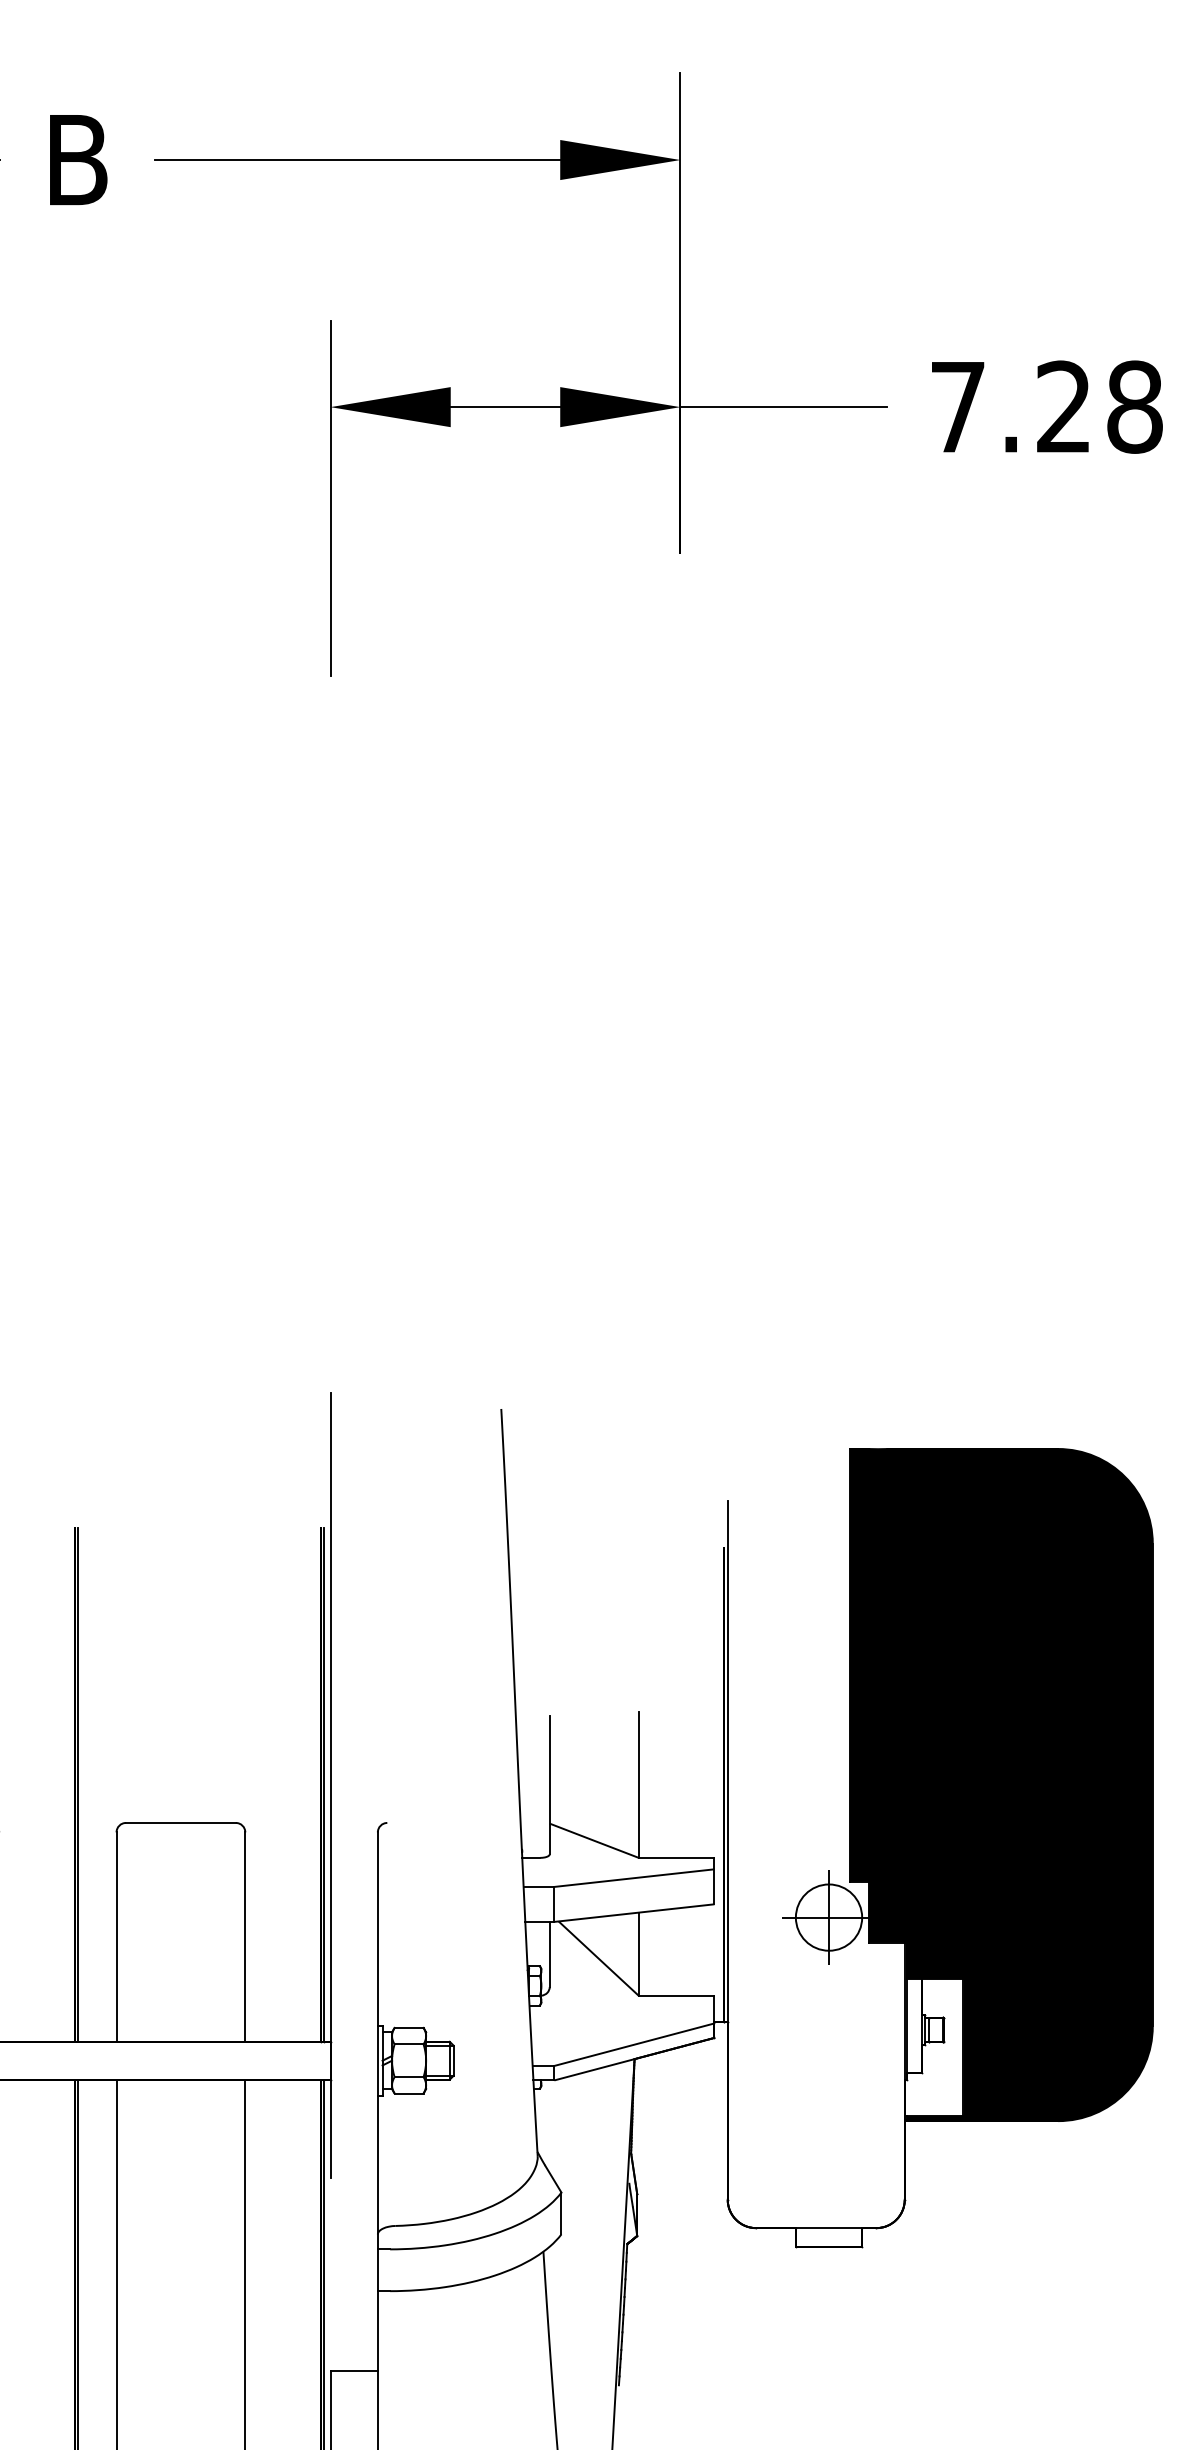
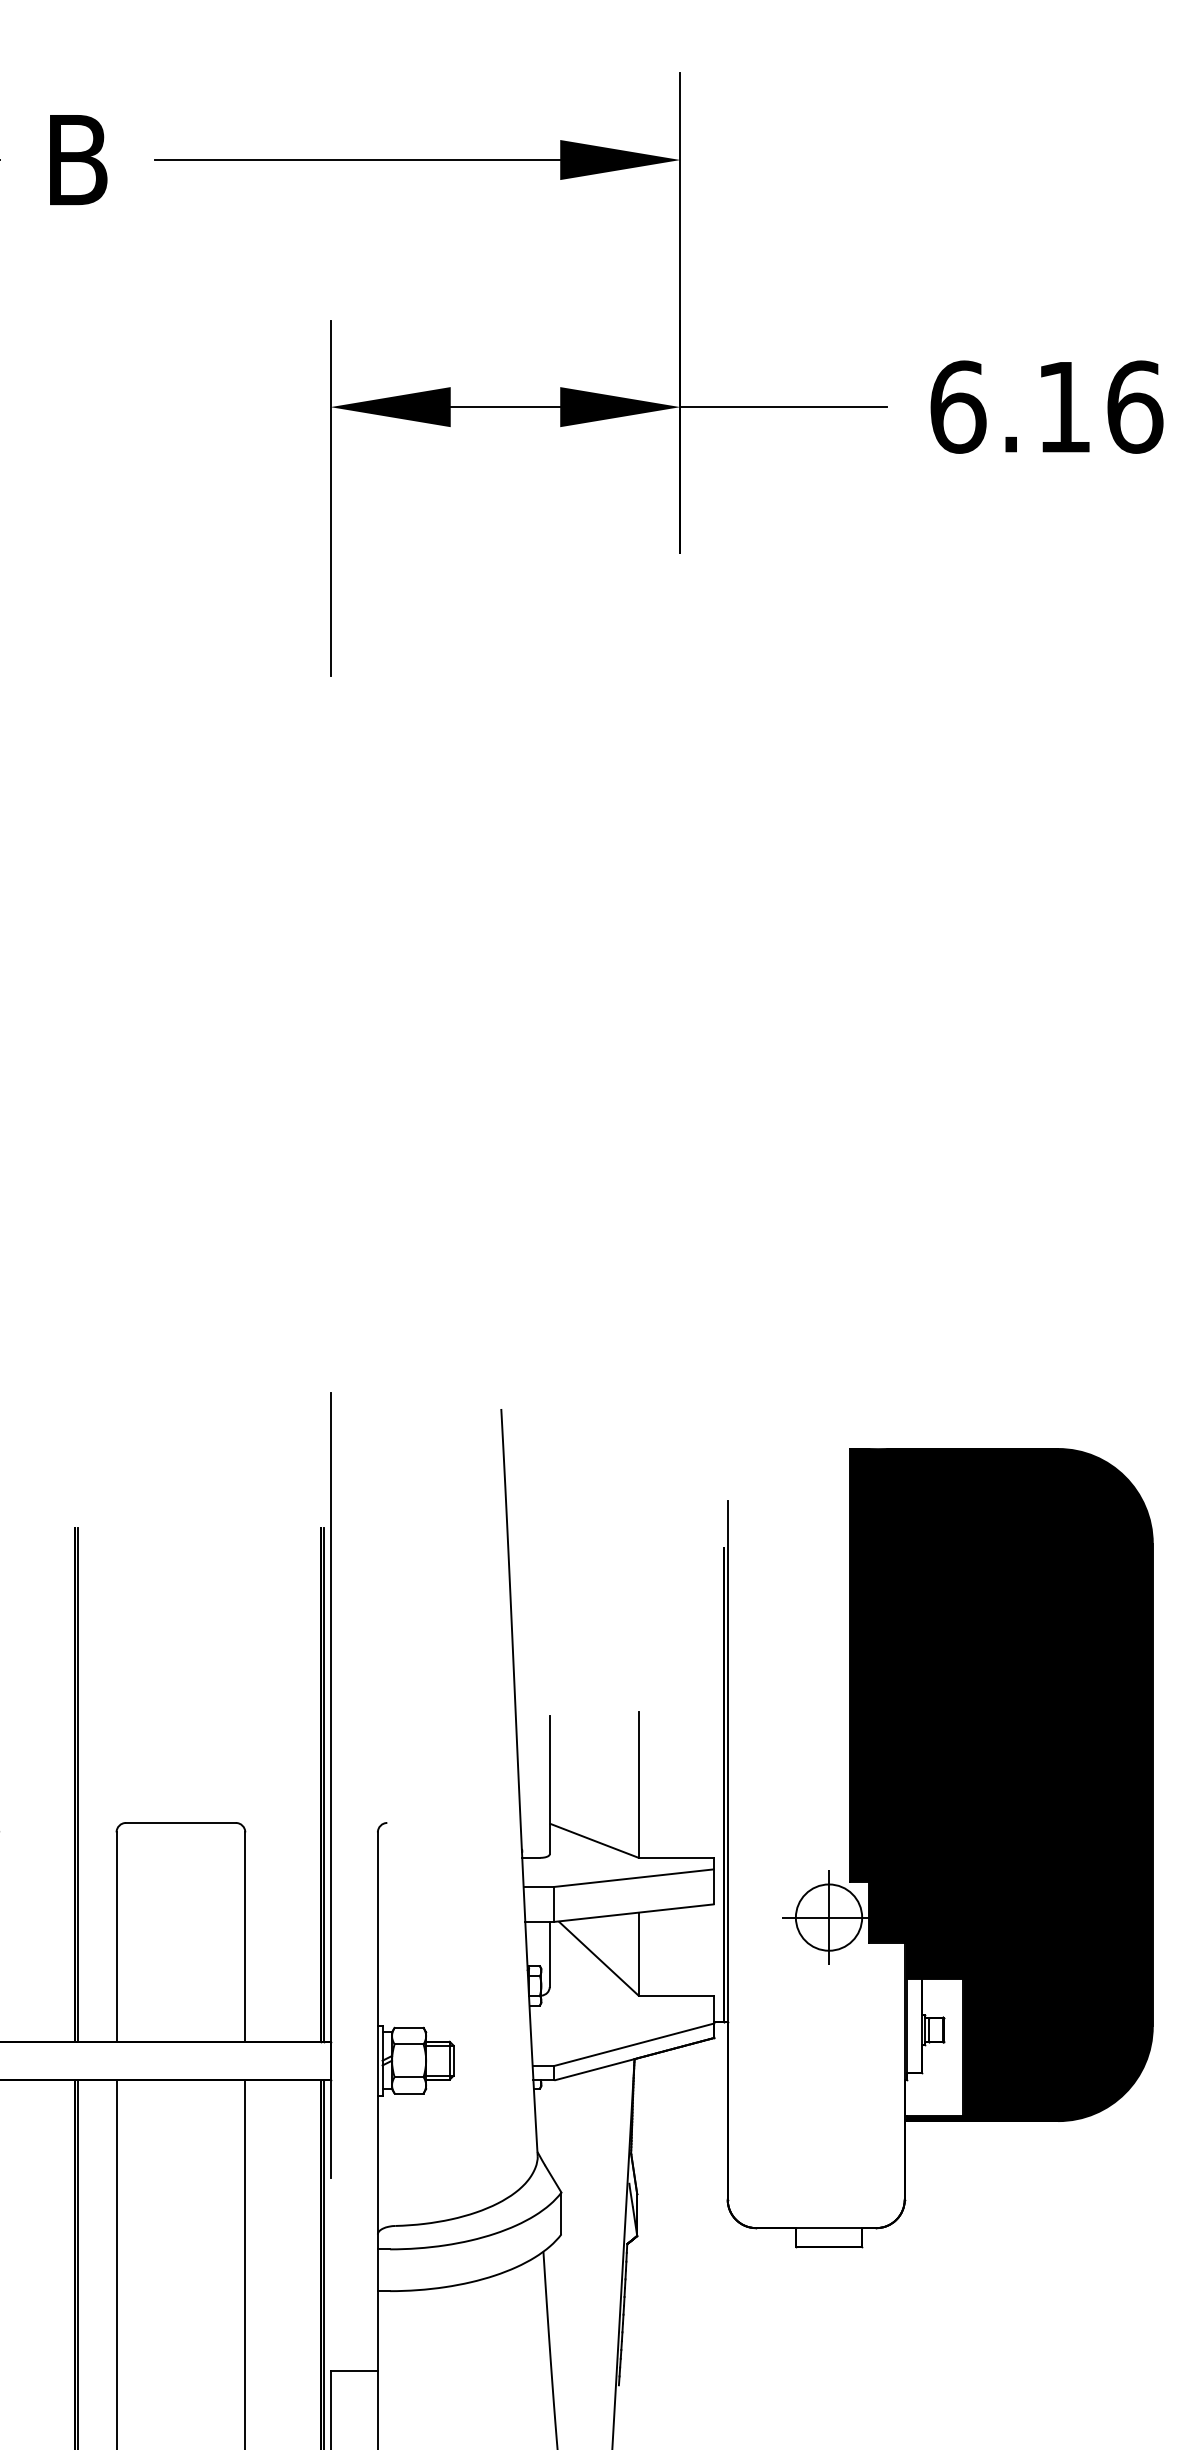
text at (1046, 406): 7.28 -> 6.16
